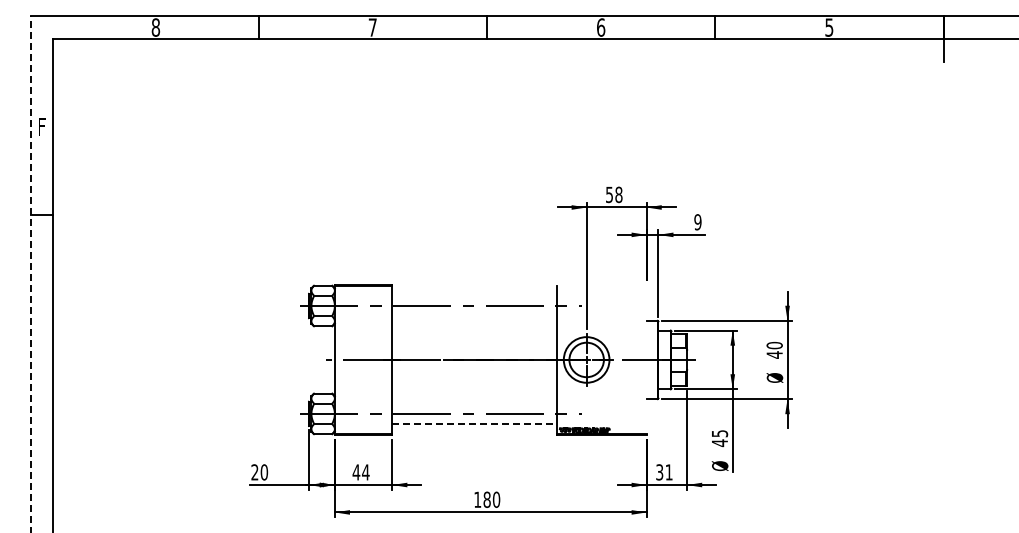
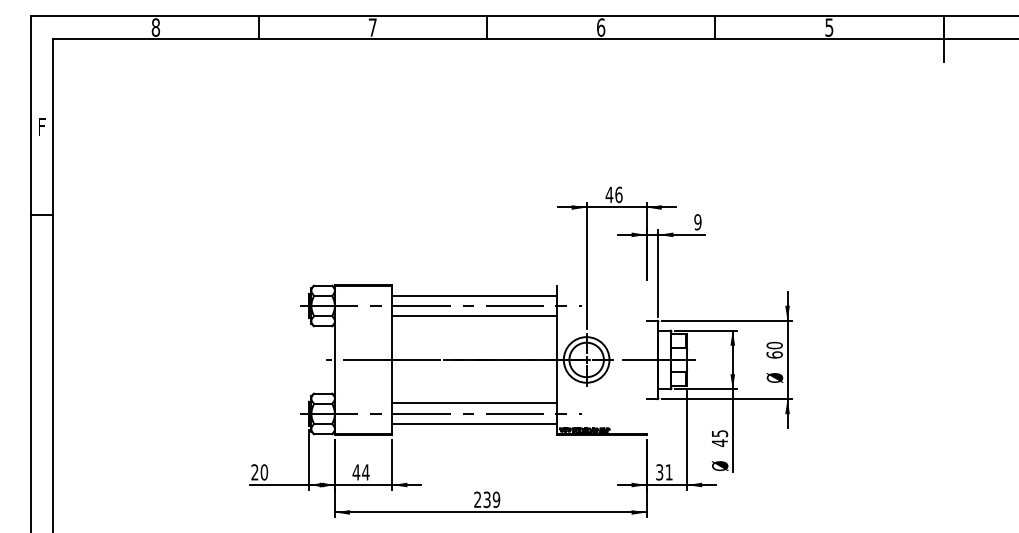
text at (613, 194): 58 -> 46
line at (30, 273): dashed -> solid
line at (474, 295): none -> present
line at (474, 316): none -> present
text at (774, 354): 40 -> 60
line at (474, 403): none -> present
line at (474, 424): dashed -> solid
text at (487, 499): 180 -> 239
